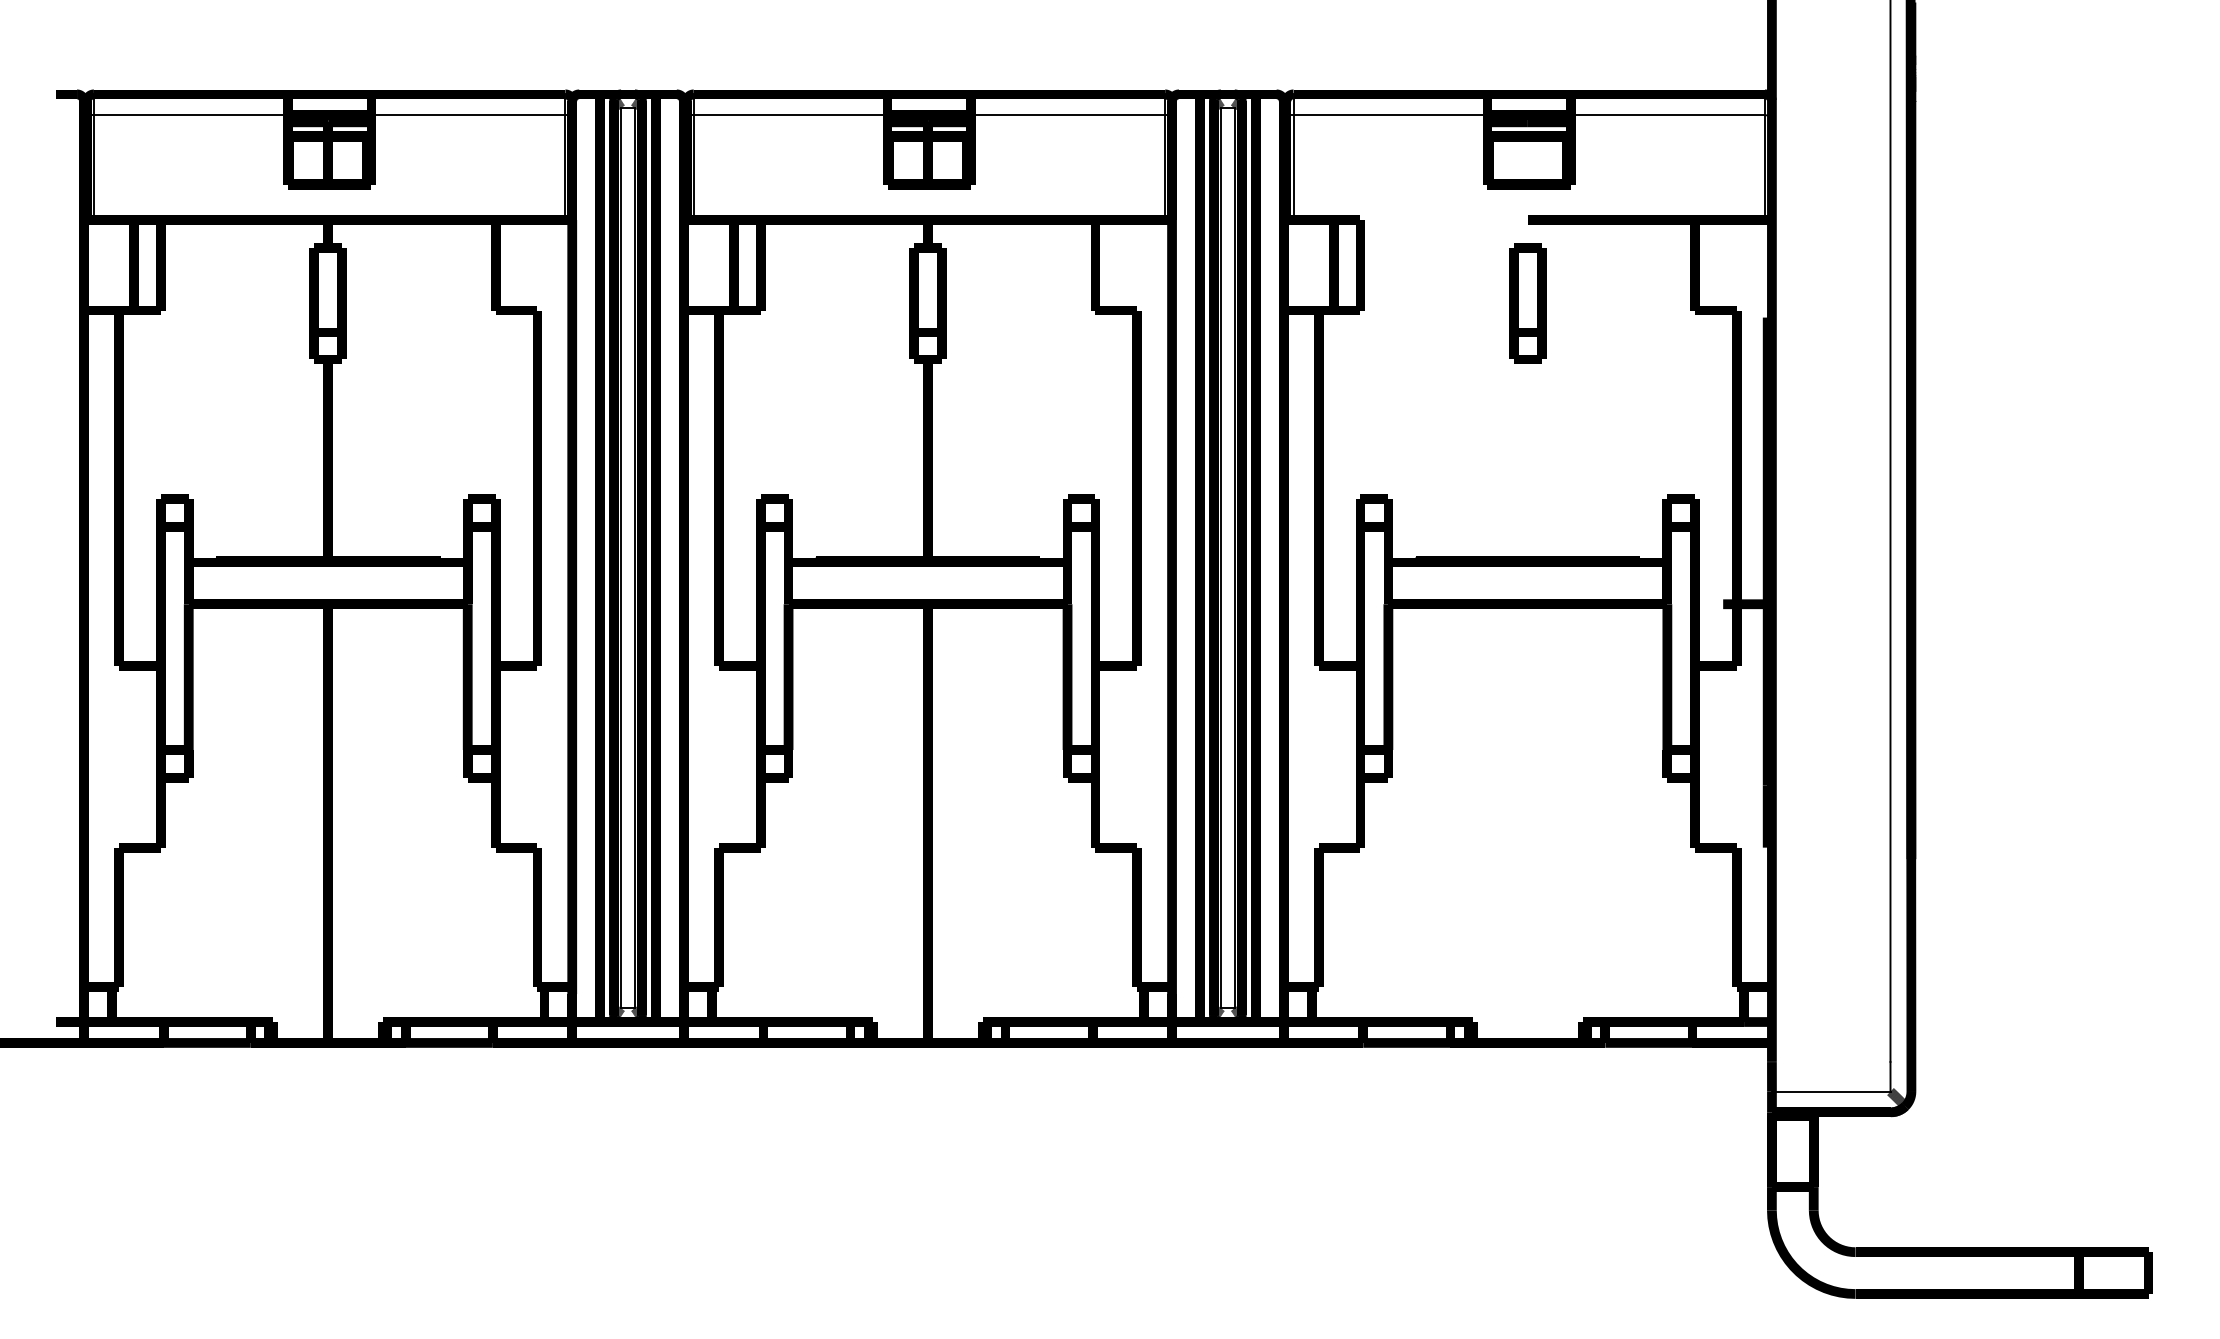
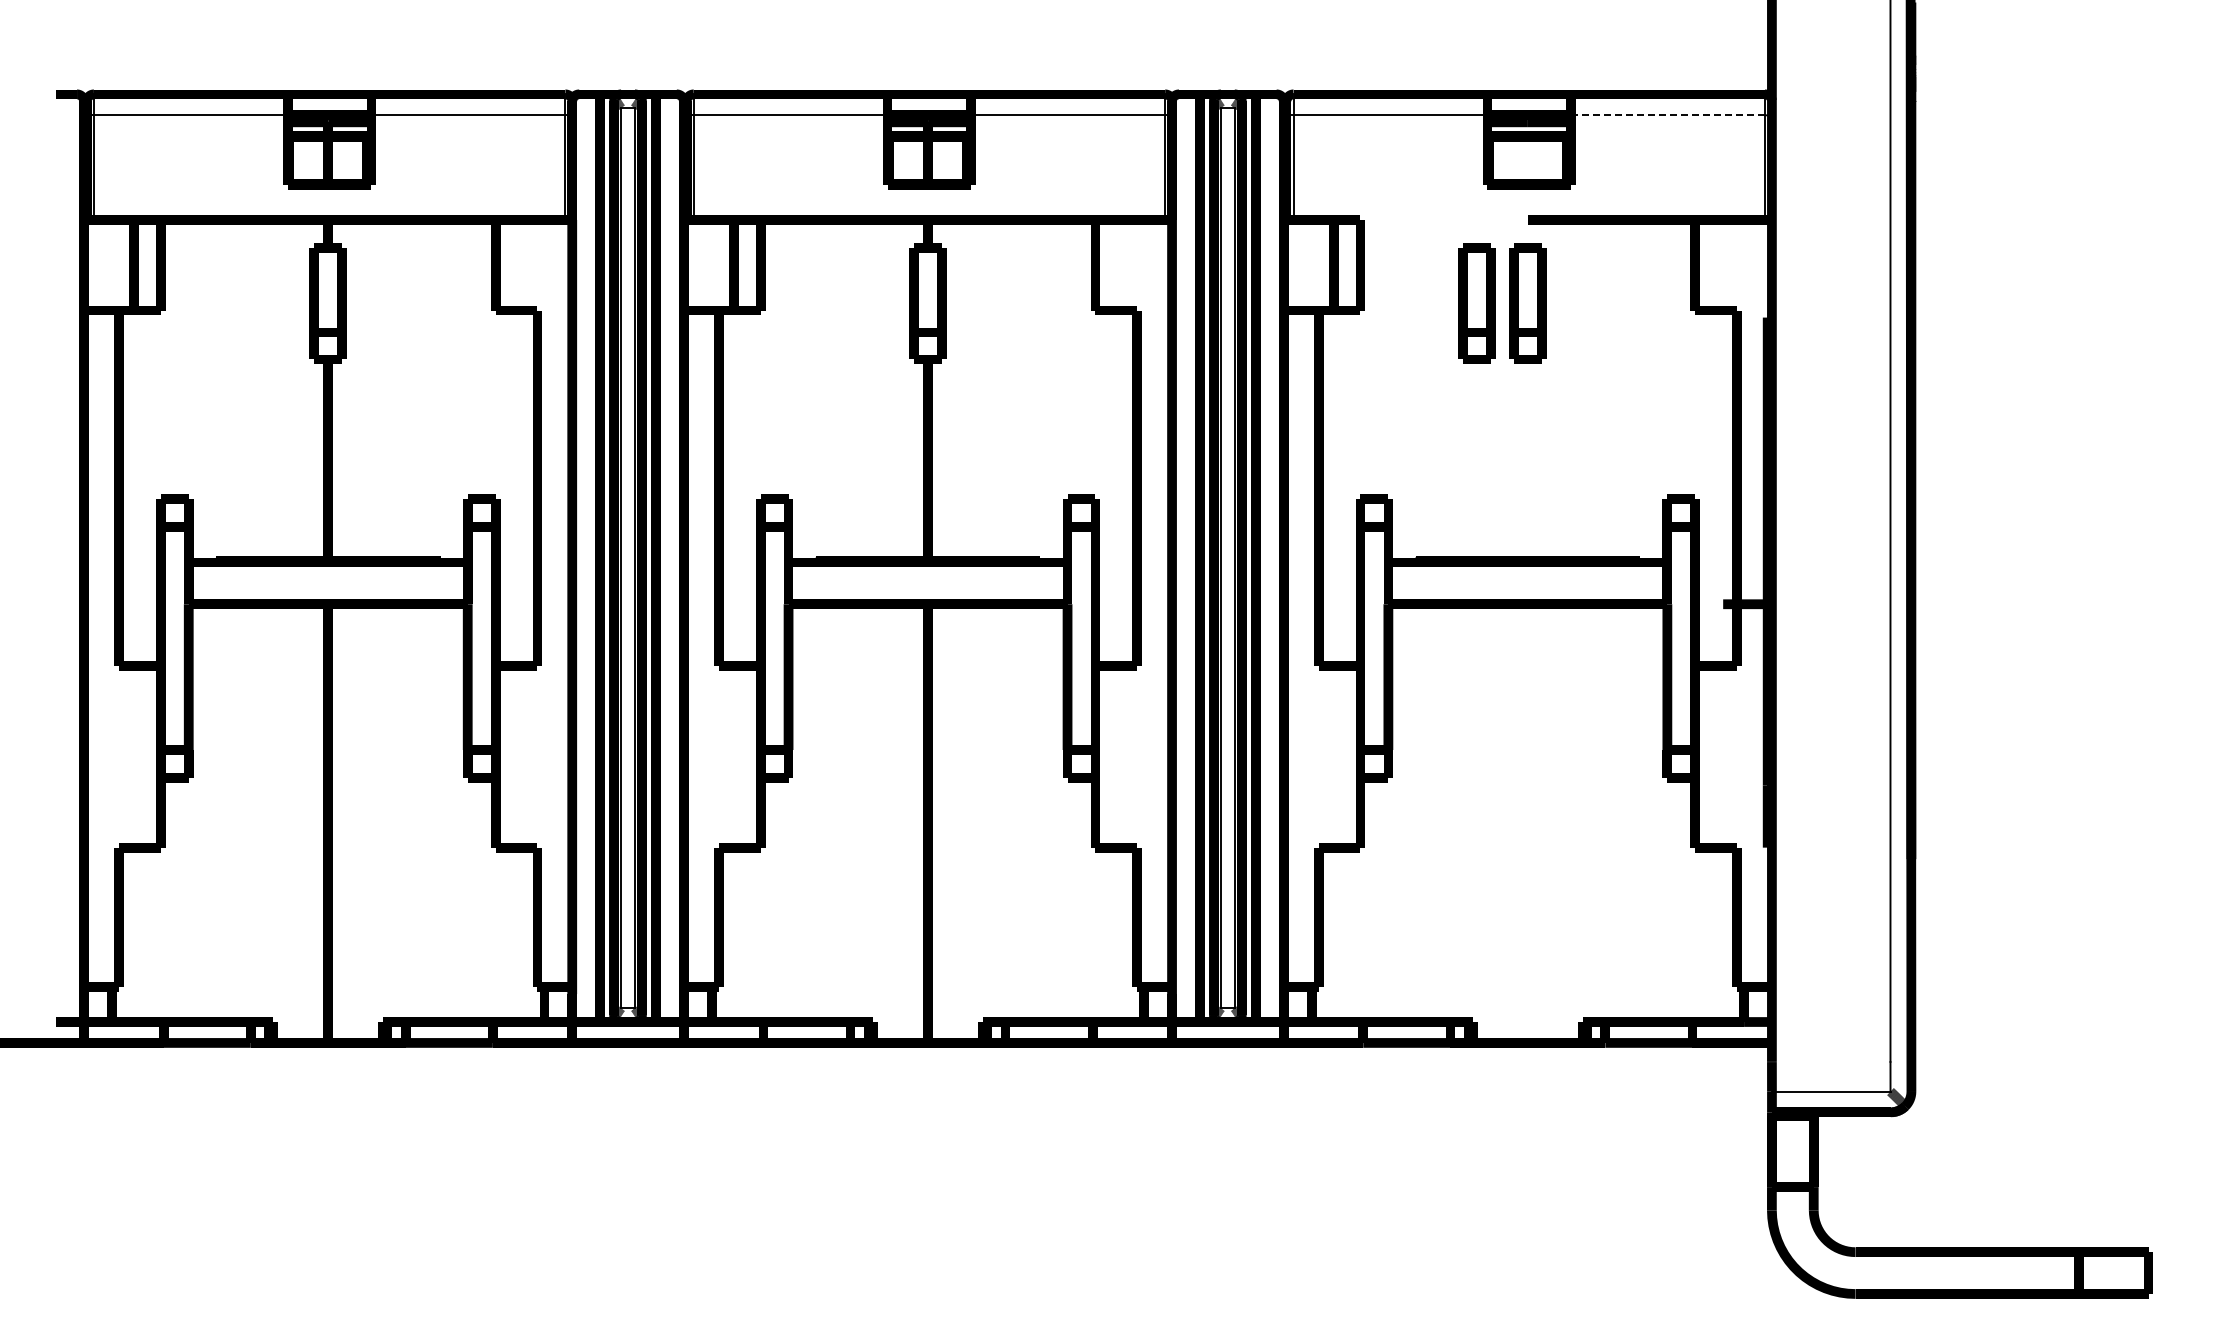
line at (1668, 115): solid -> dashed
part at (1476, 303): none -> present
